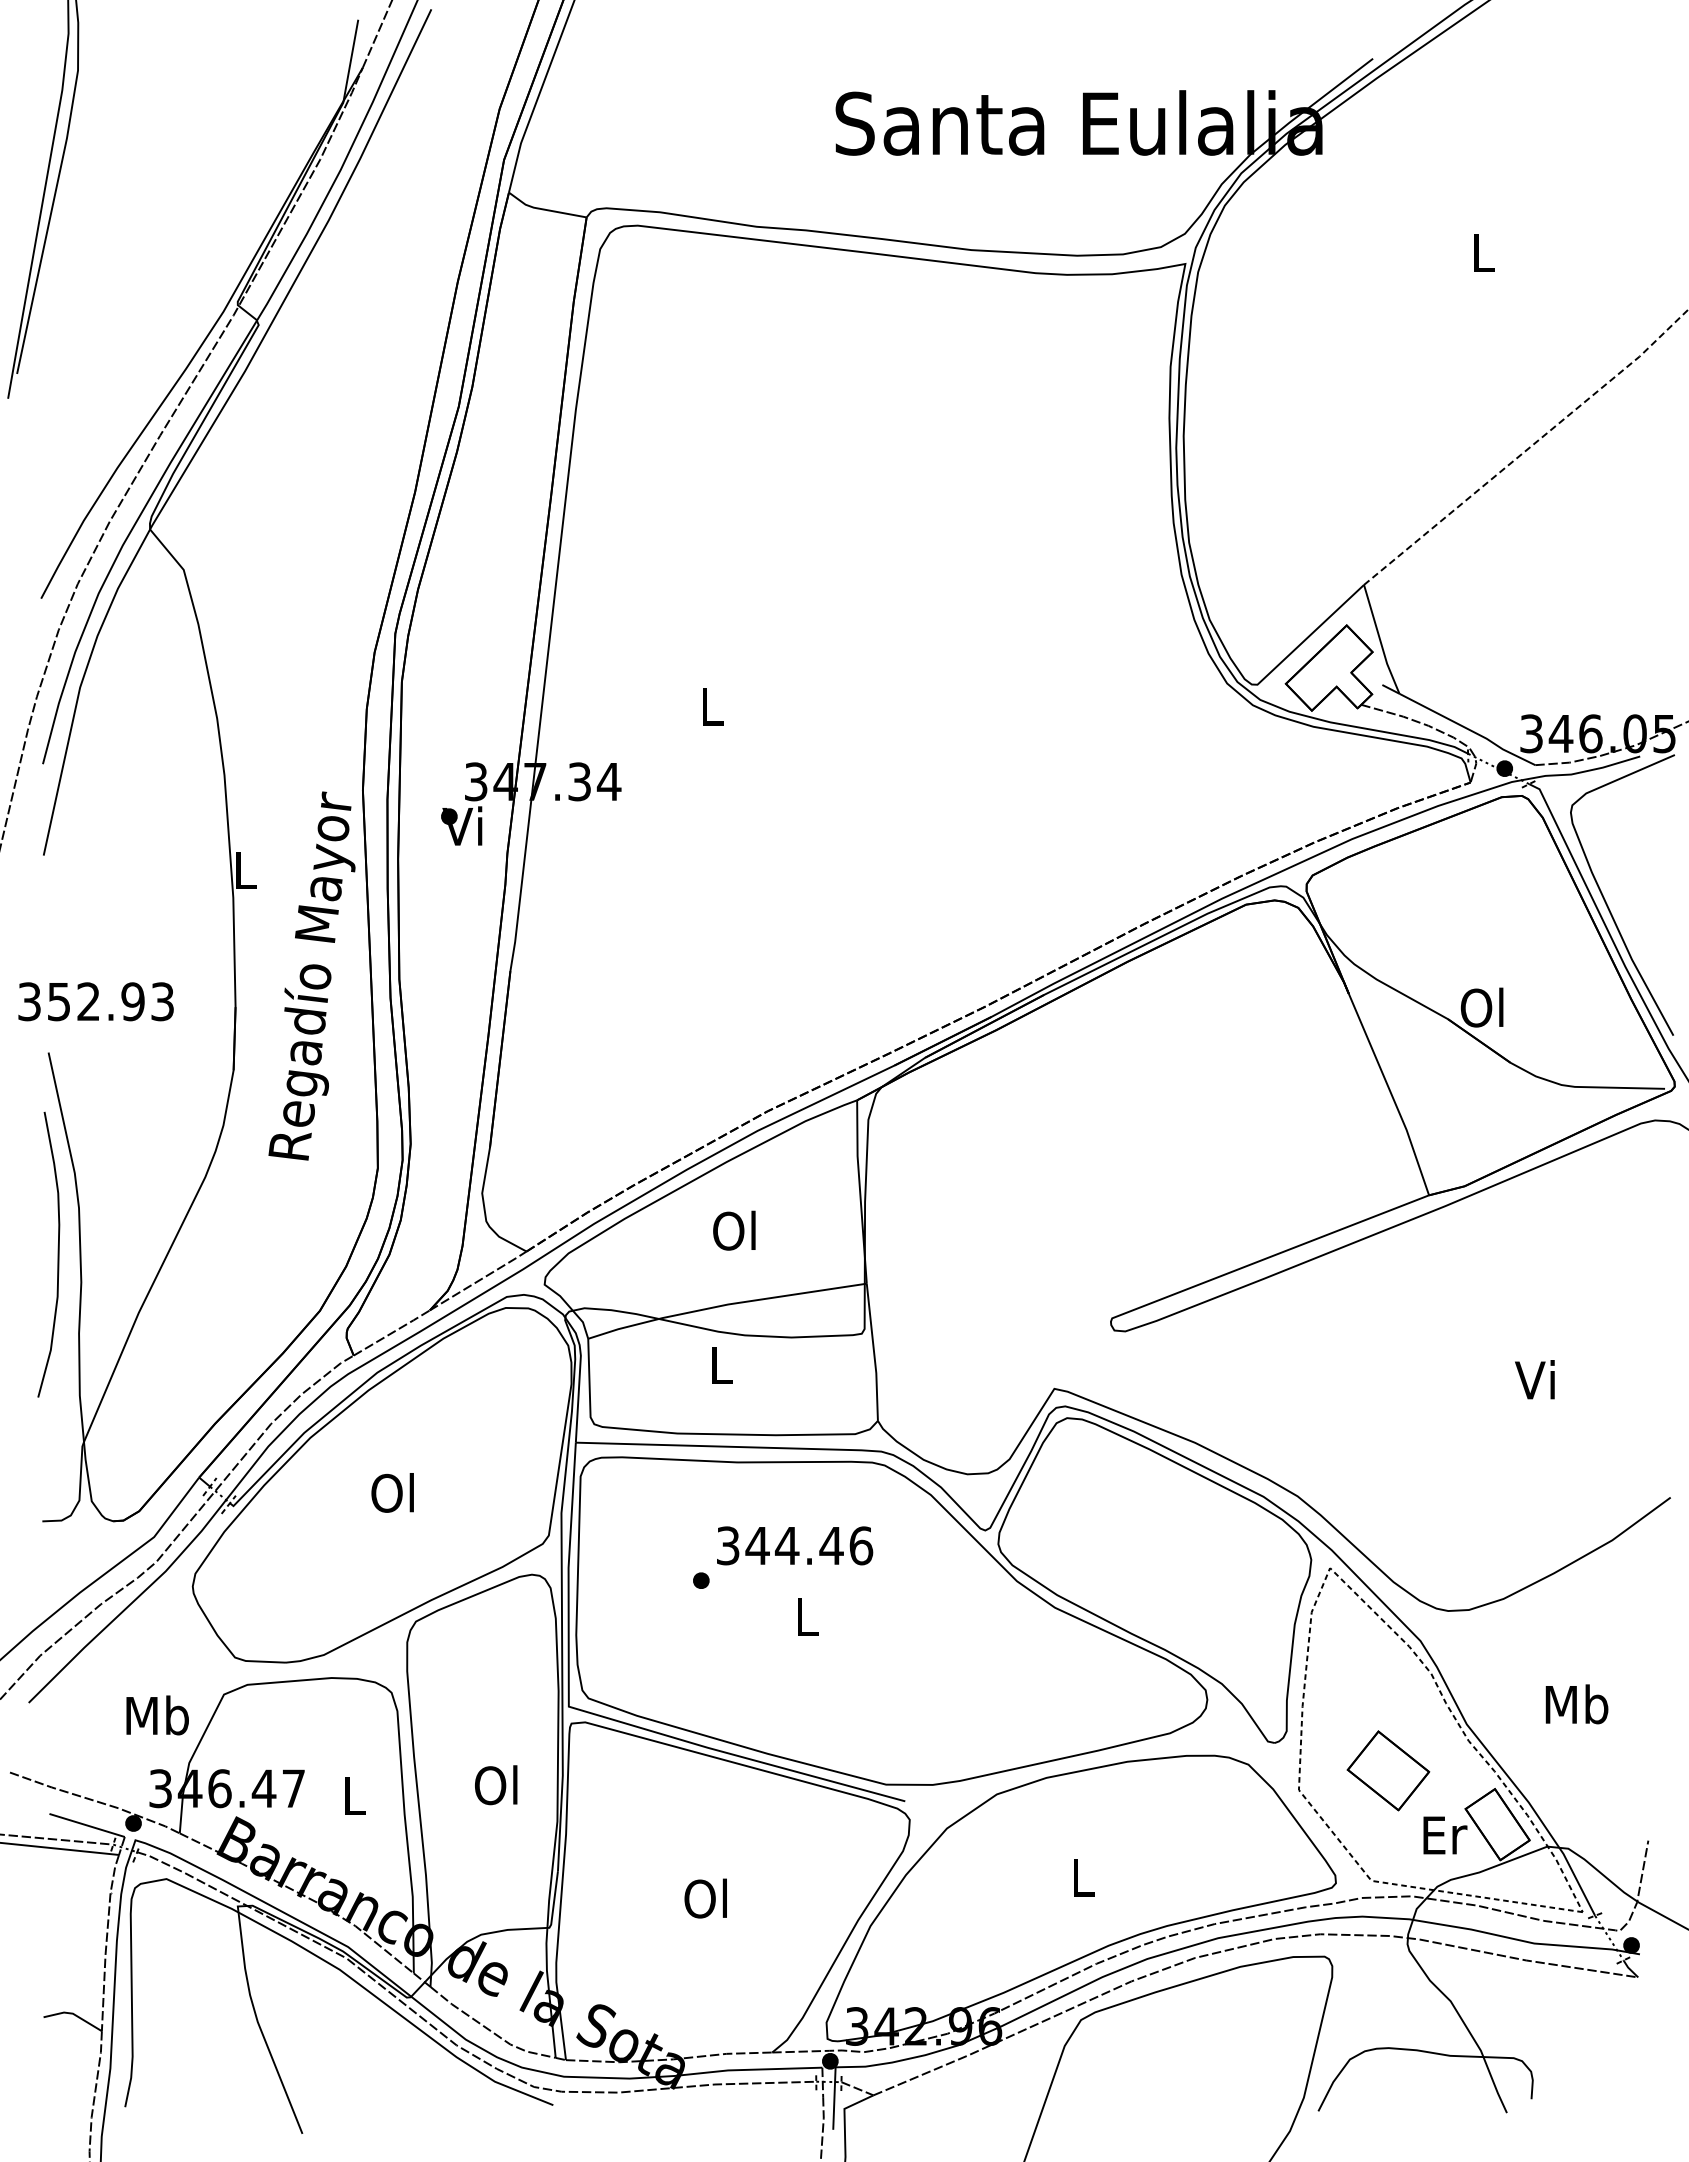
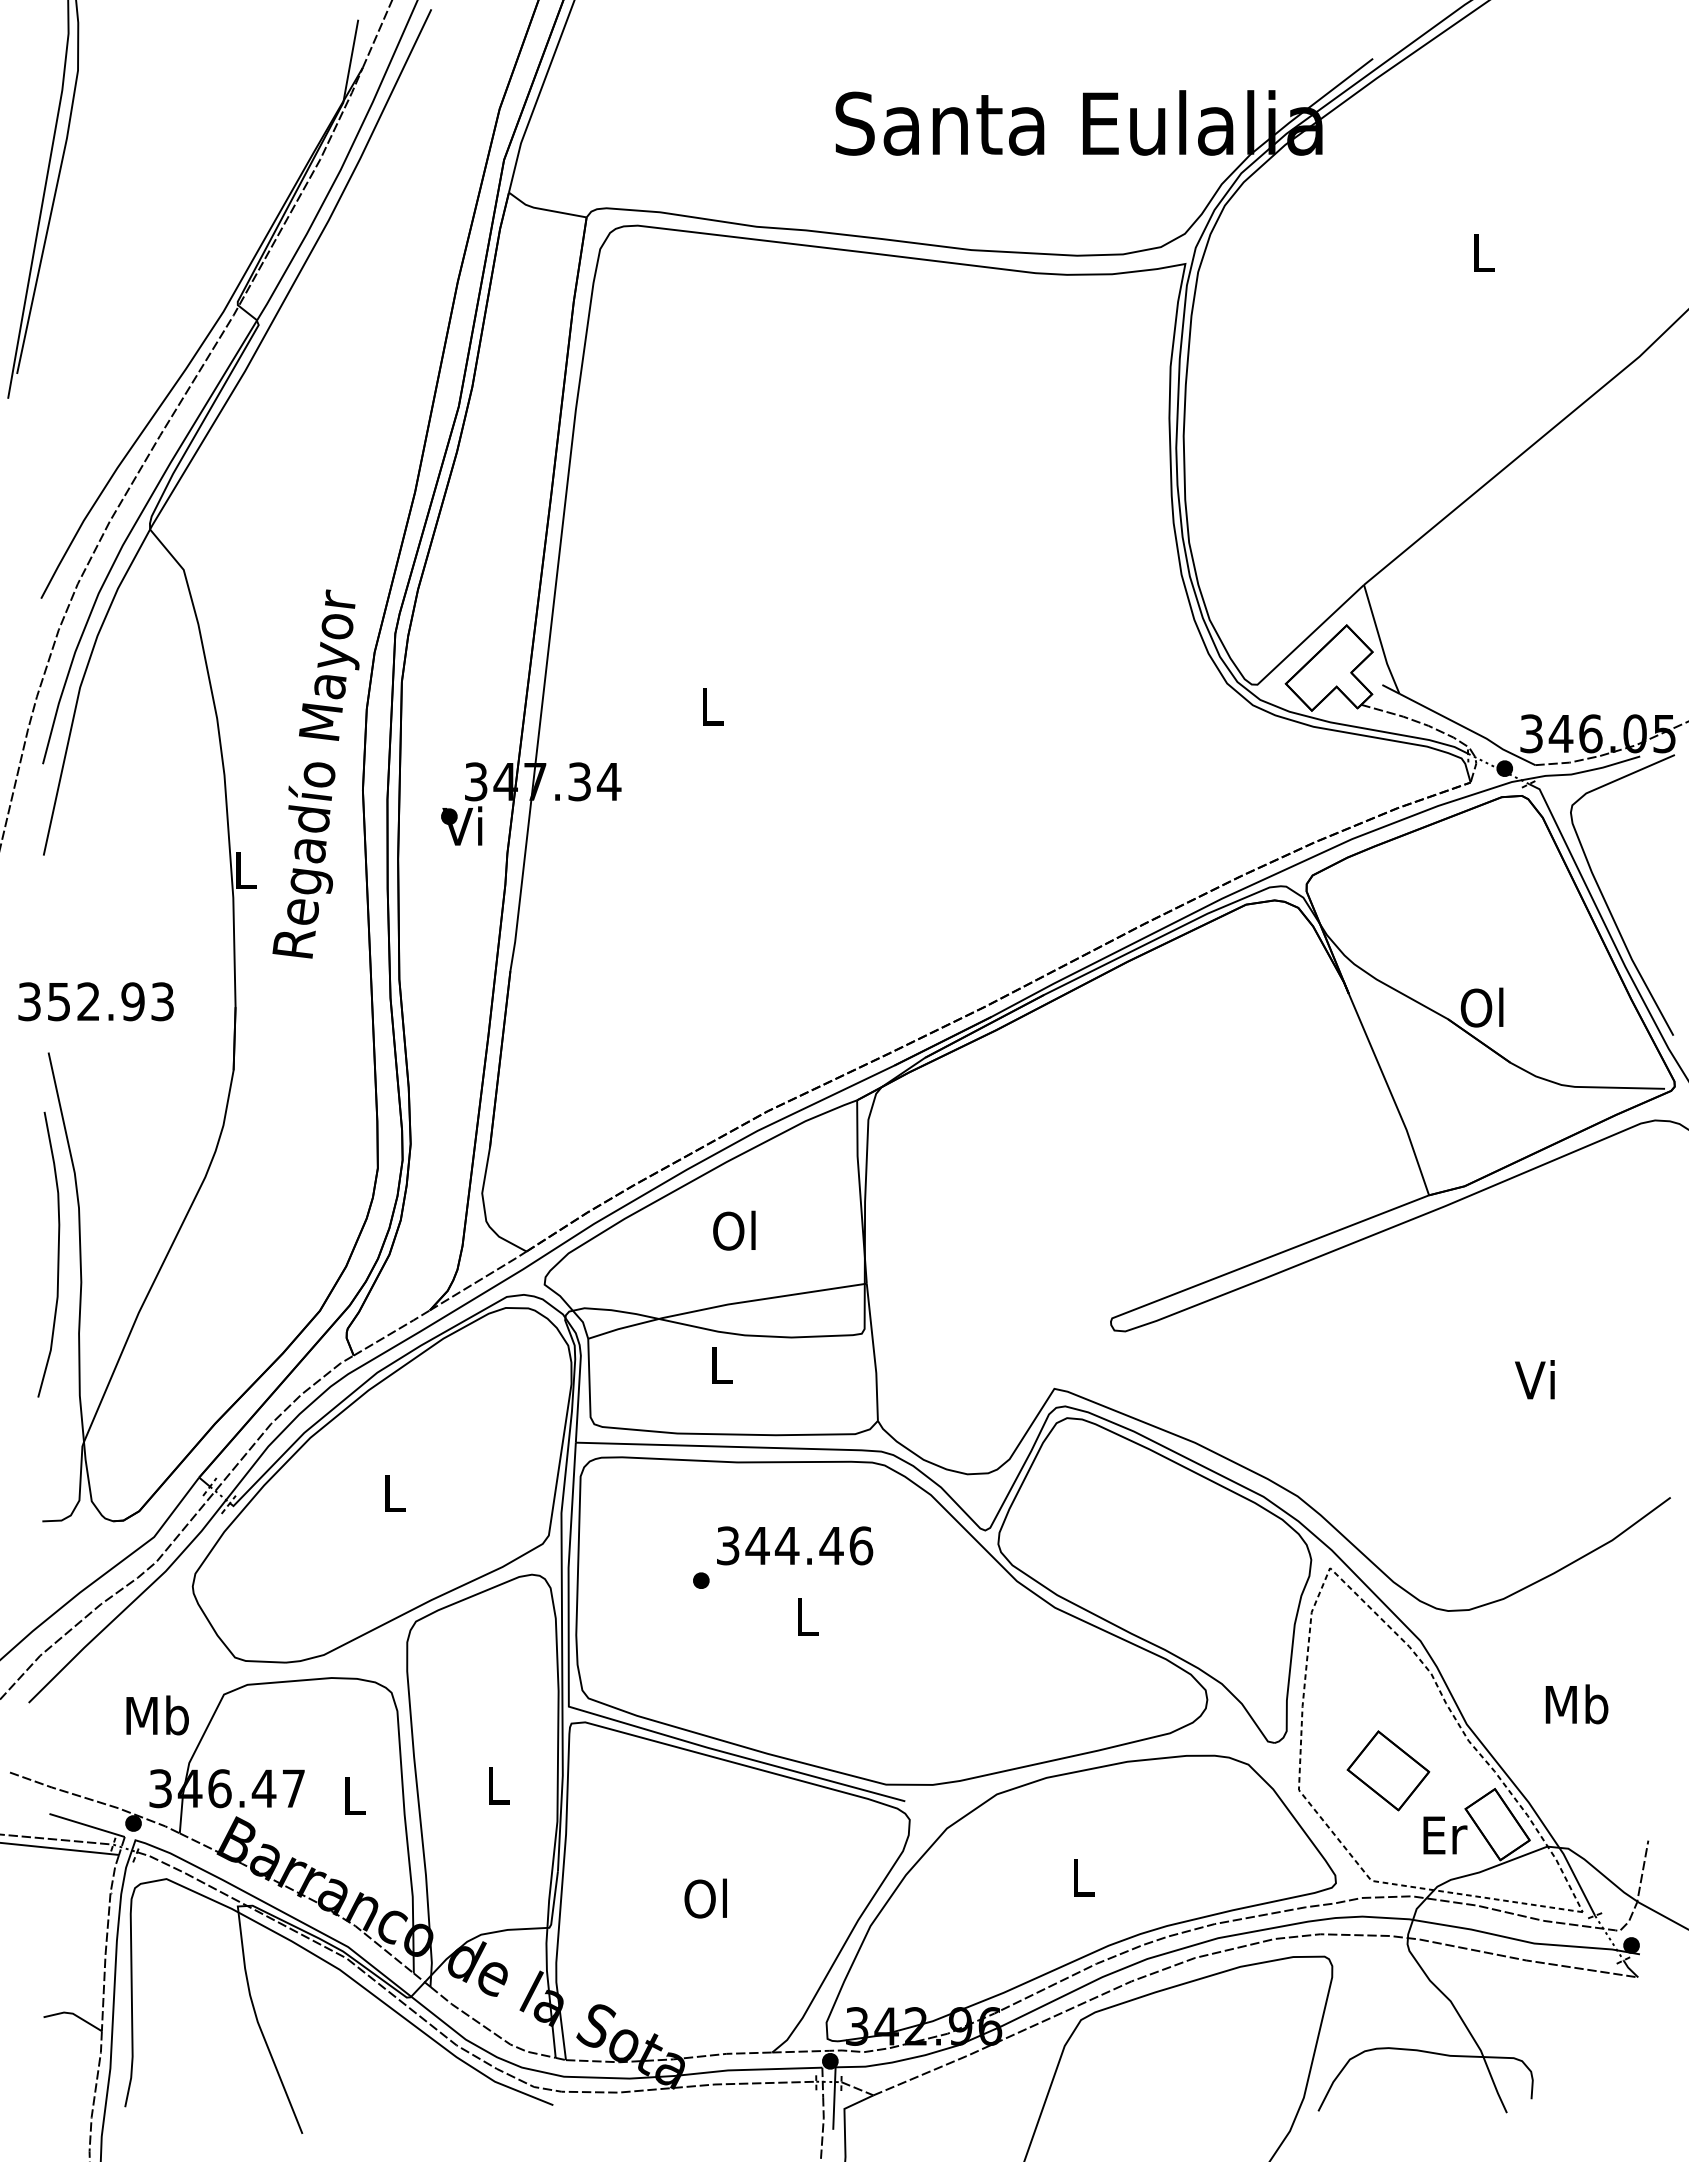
line at (1528, 448): dashed -> solid
text at (311, 975) position: (311, 975) -> (315, 773)
text at (392, 1492): Ol -> L
text at (496, 1785): Ol -> L
